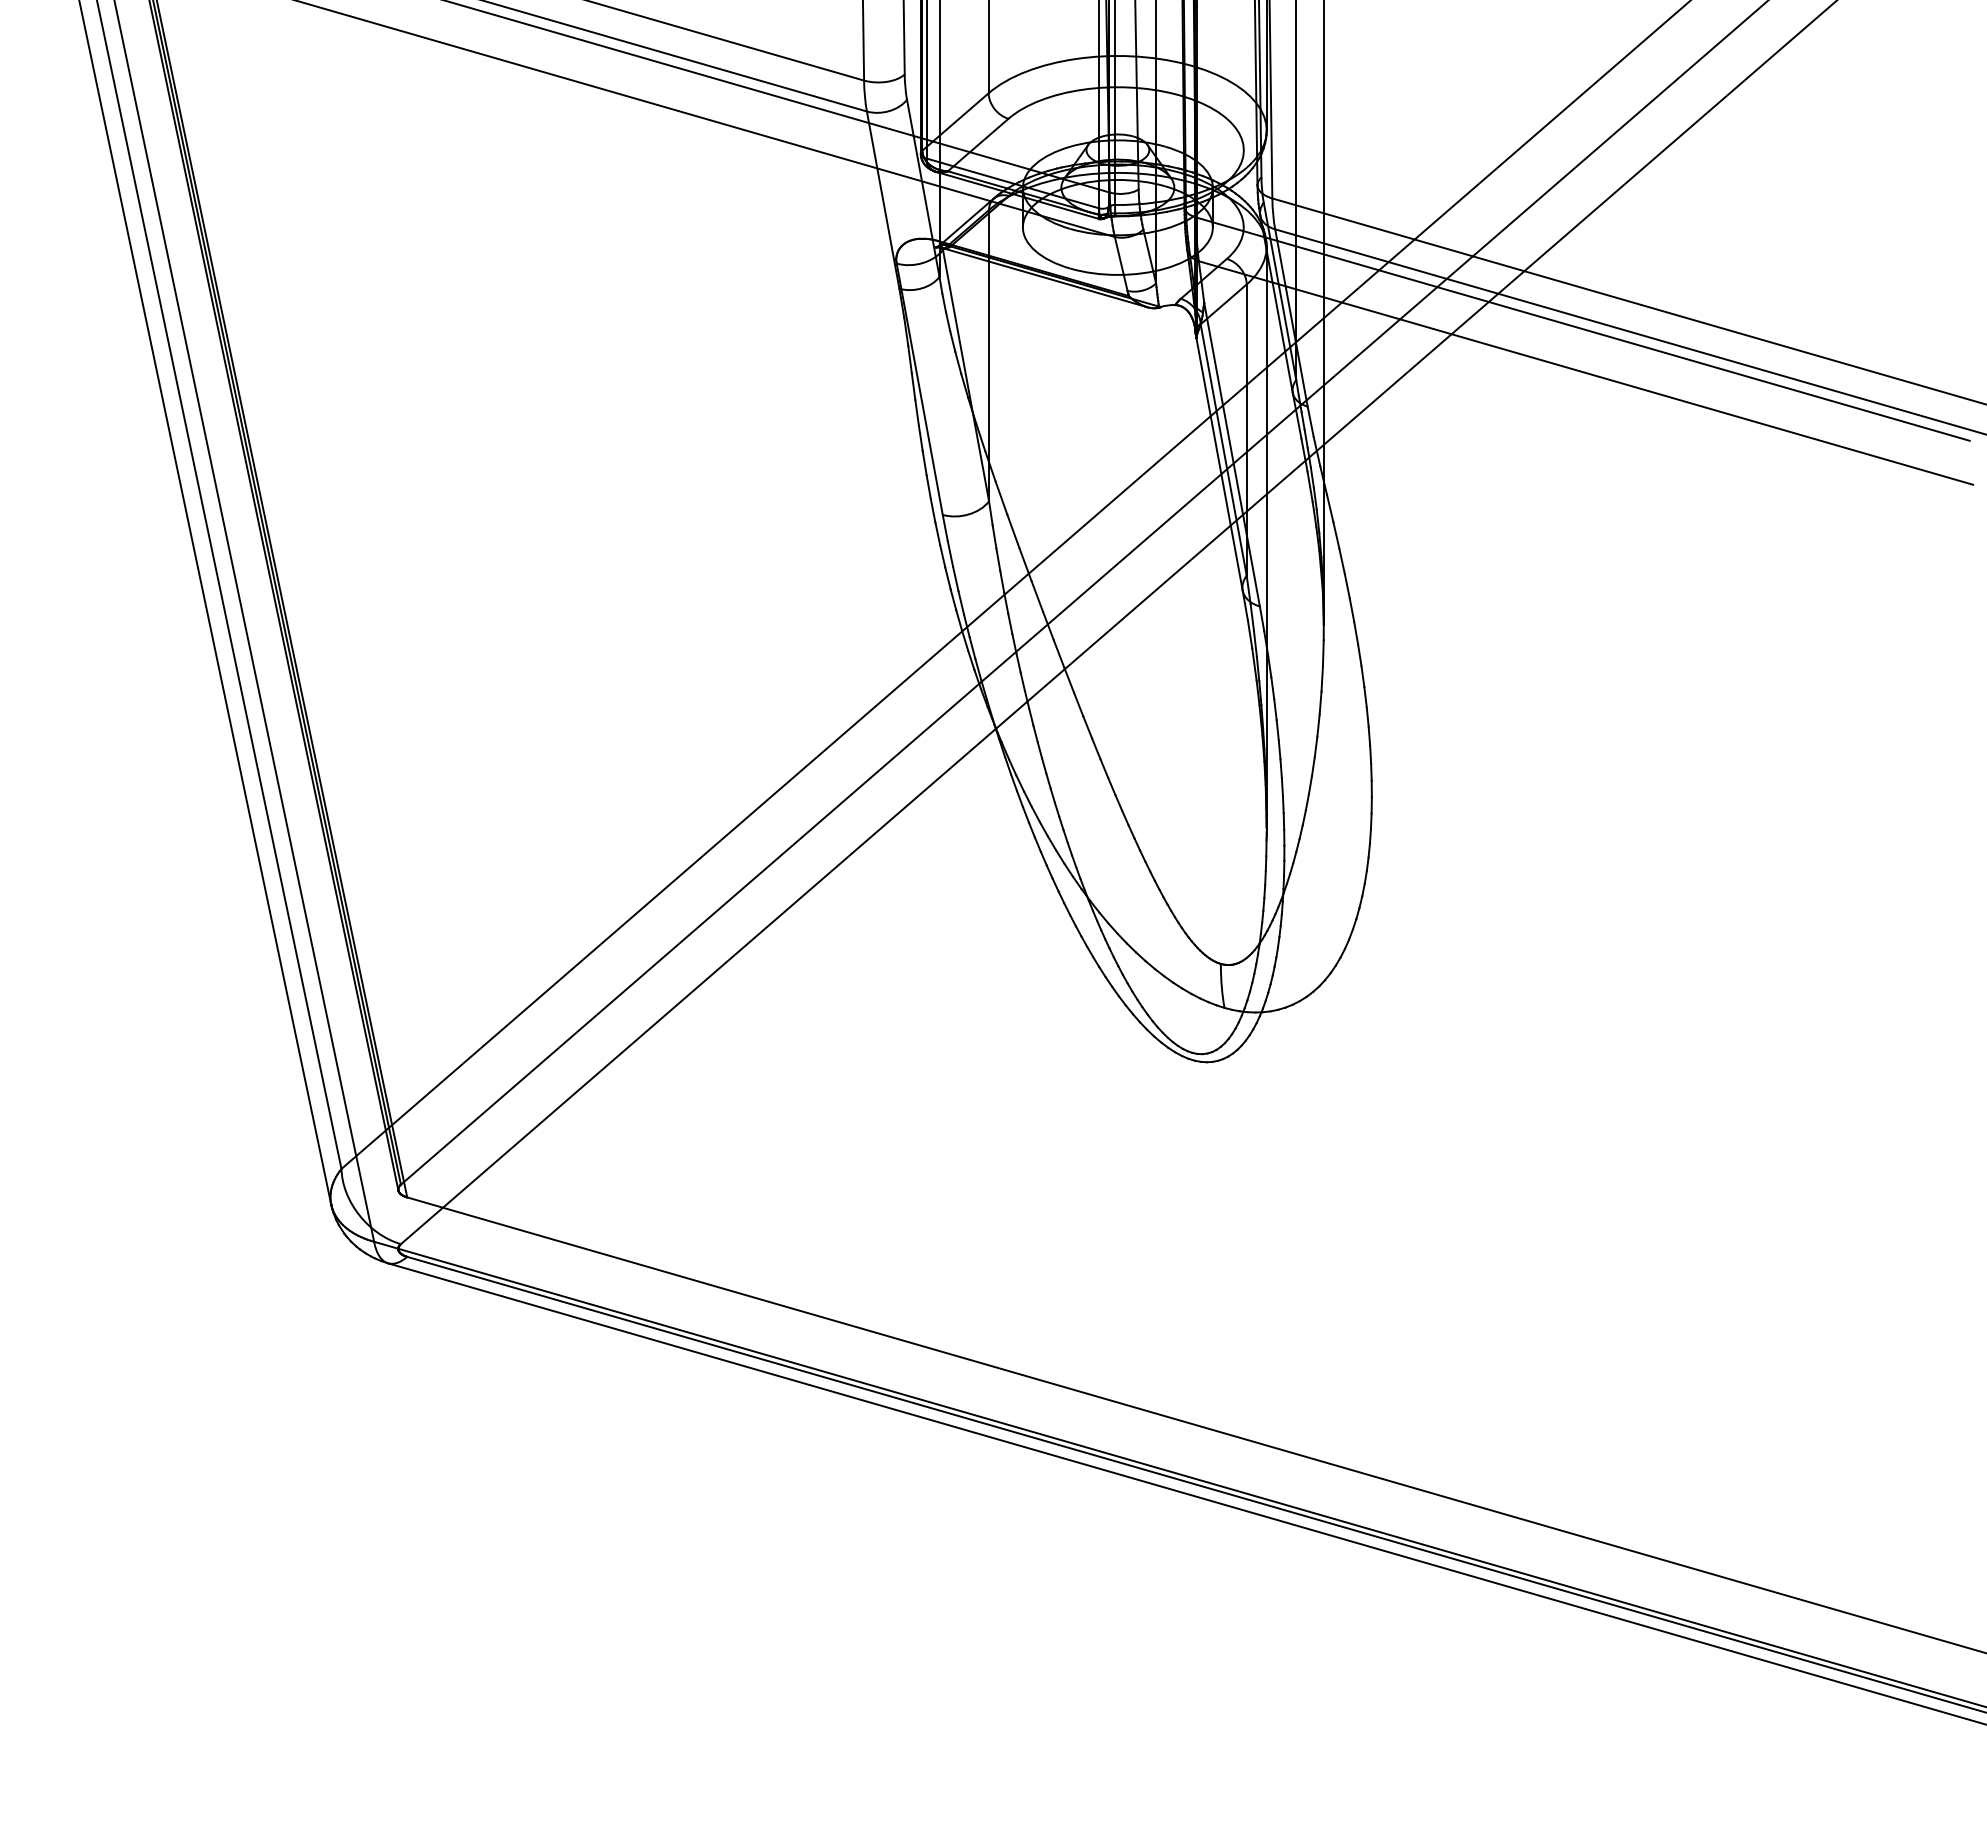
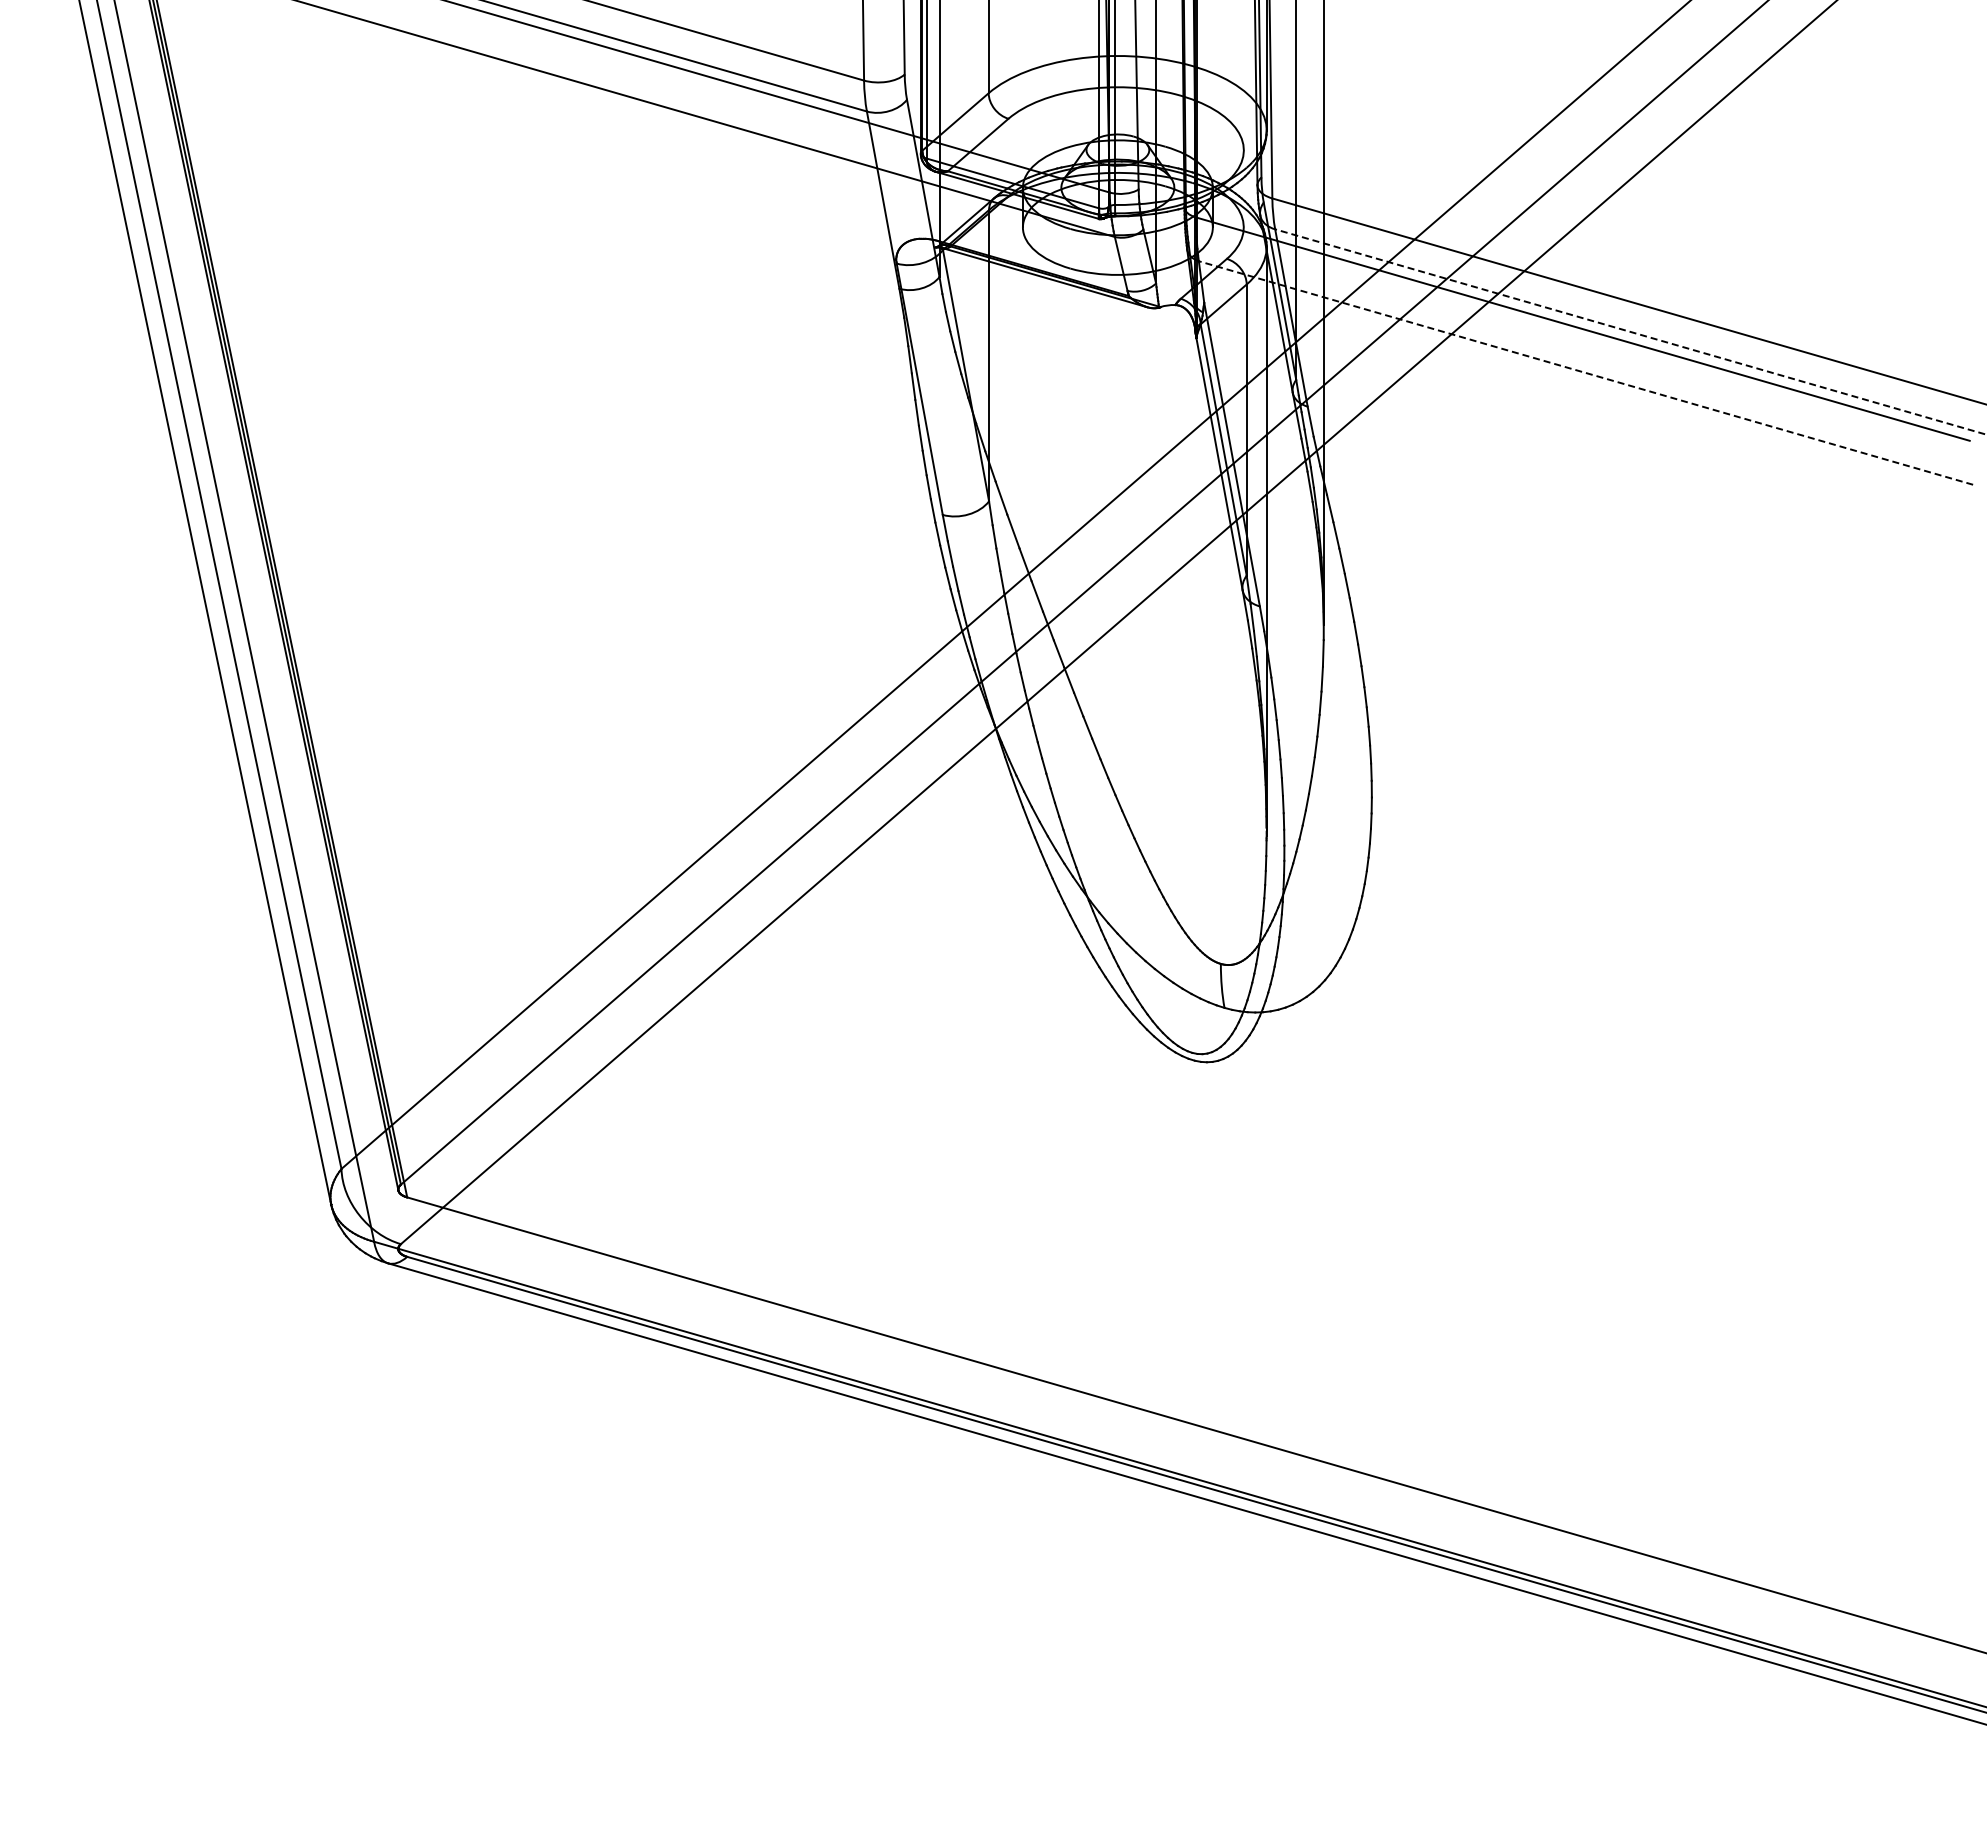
line at (1630, 331): solid -> dashed
line at (1585, 373): solid -> dashed
